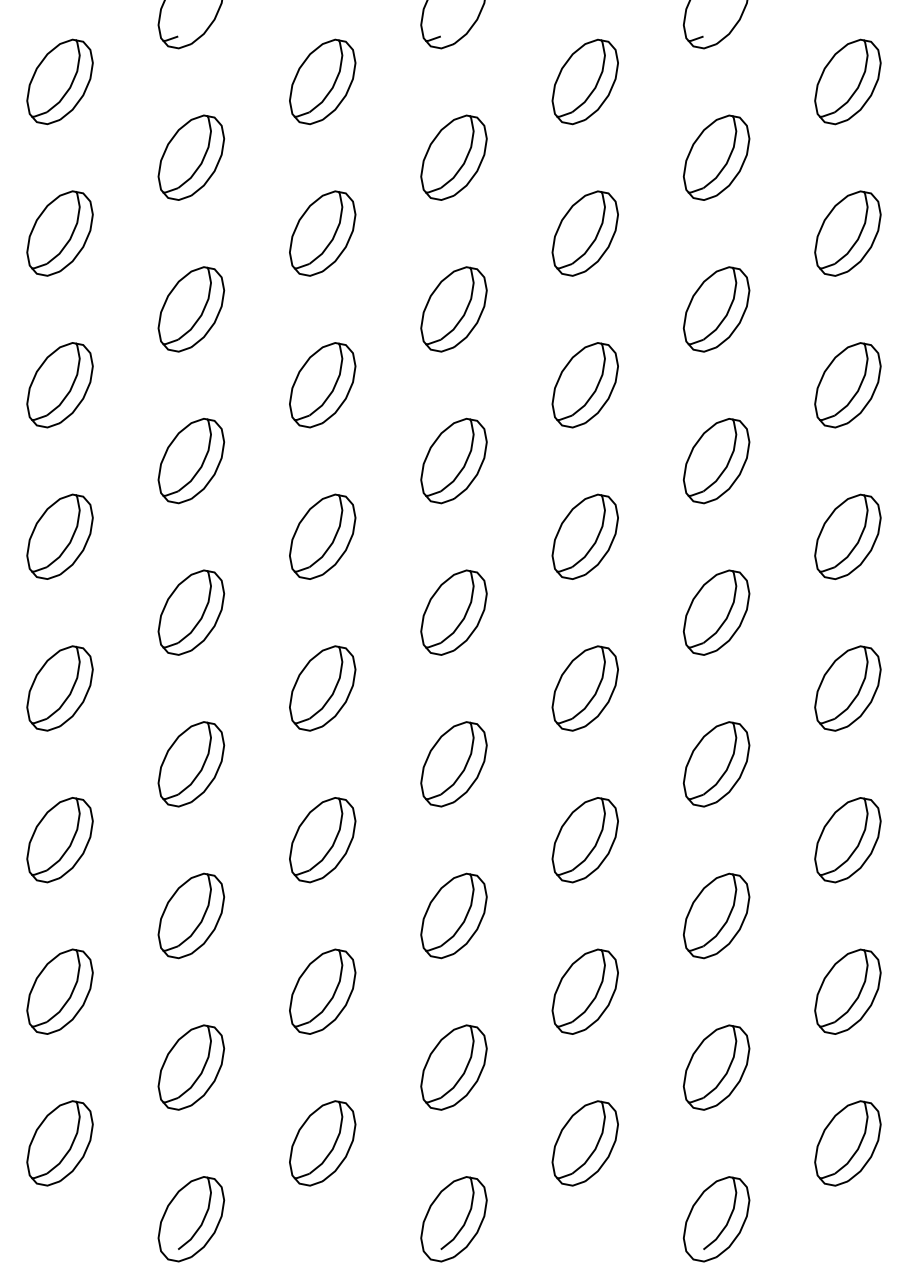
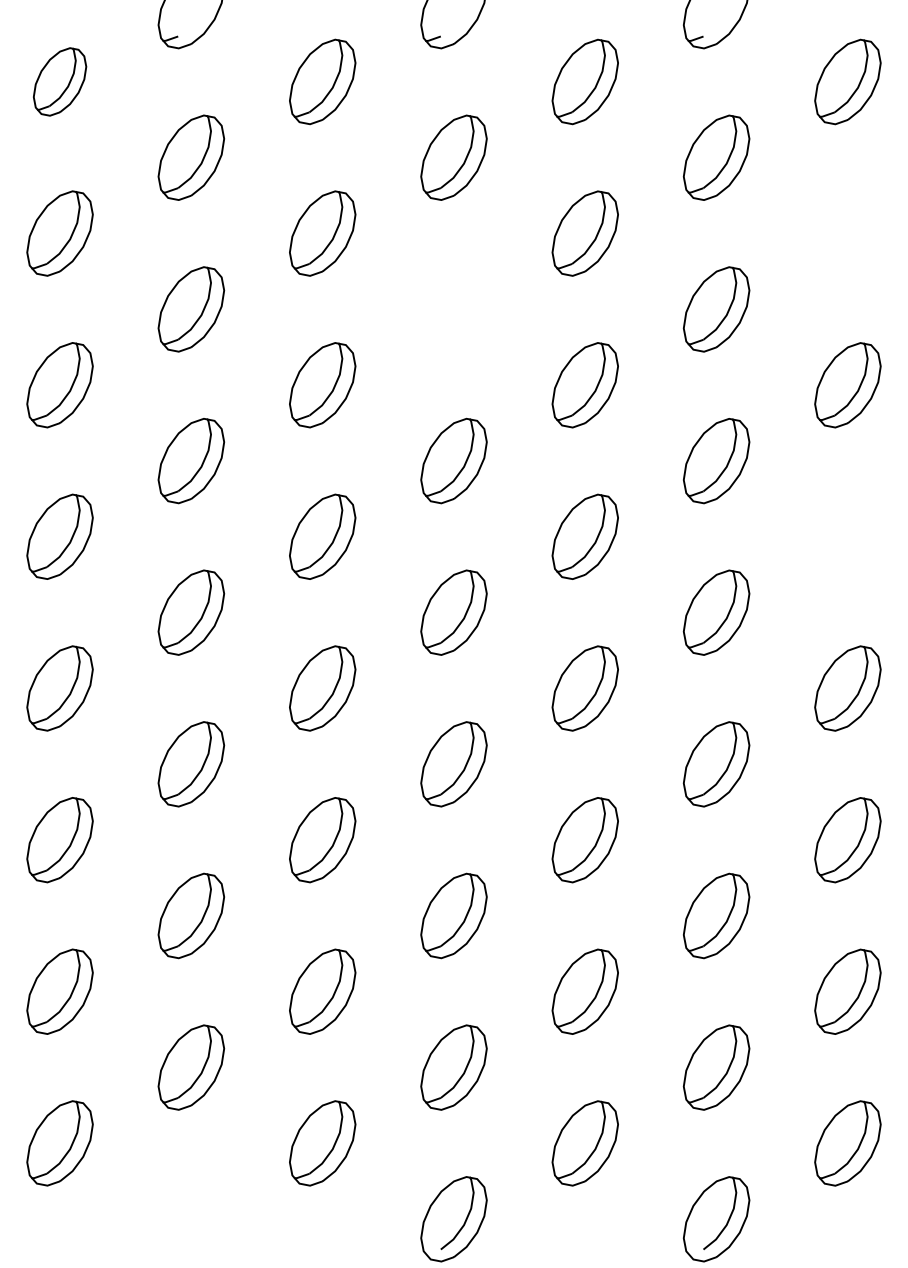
part at (59, 81) size: 68x88 px -> 55x70 px
part at (847, 233): present -> none
part at (453, 309): present -> none
part at (847, 536): present -> none
part at (191, 1219): present -> none
